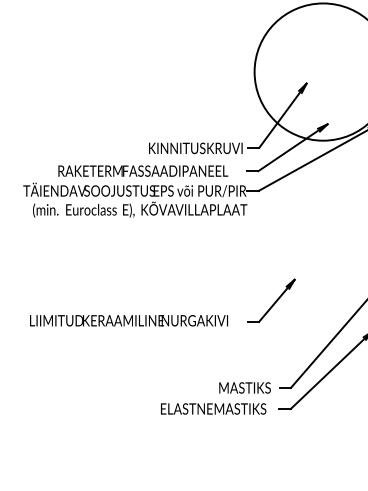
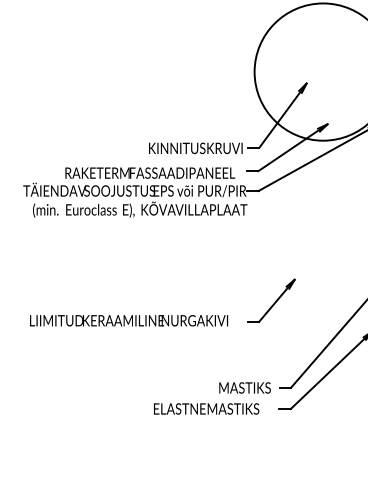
text at (143, 170) position: (143, 170) -> (150, 172)
text at (213, 408) position: (213, 408) -> (206, 408)
